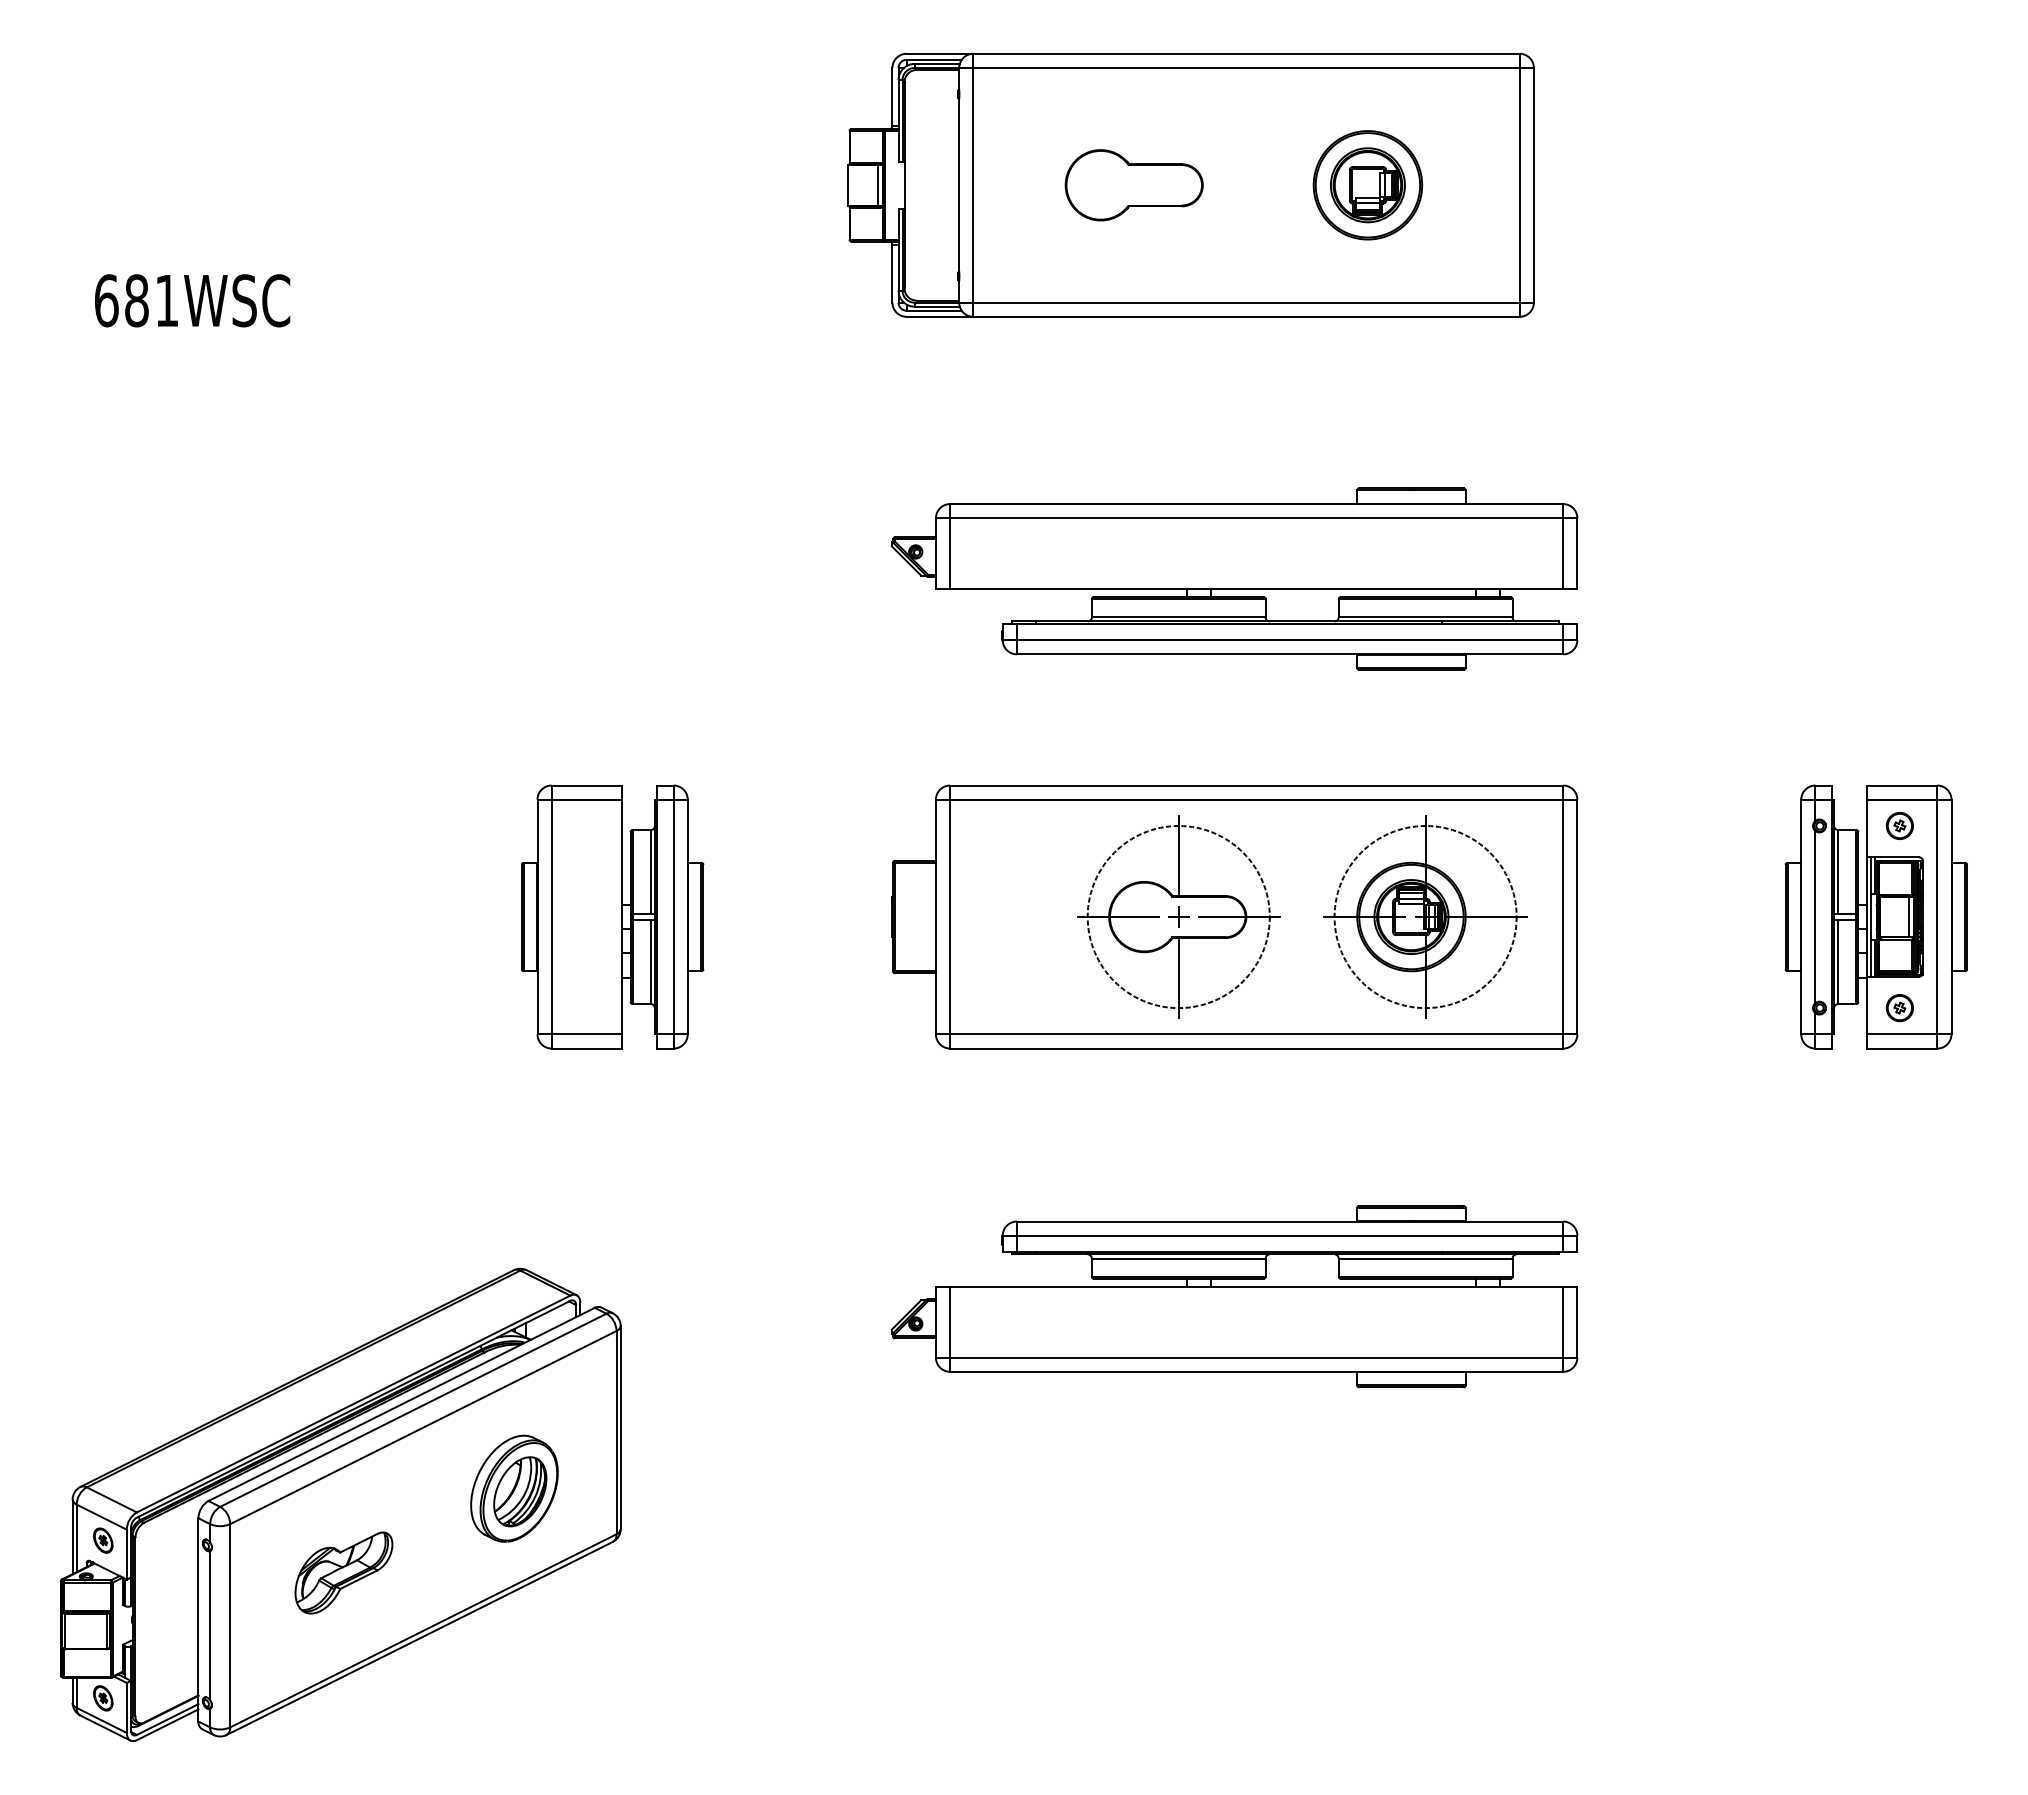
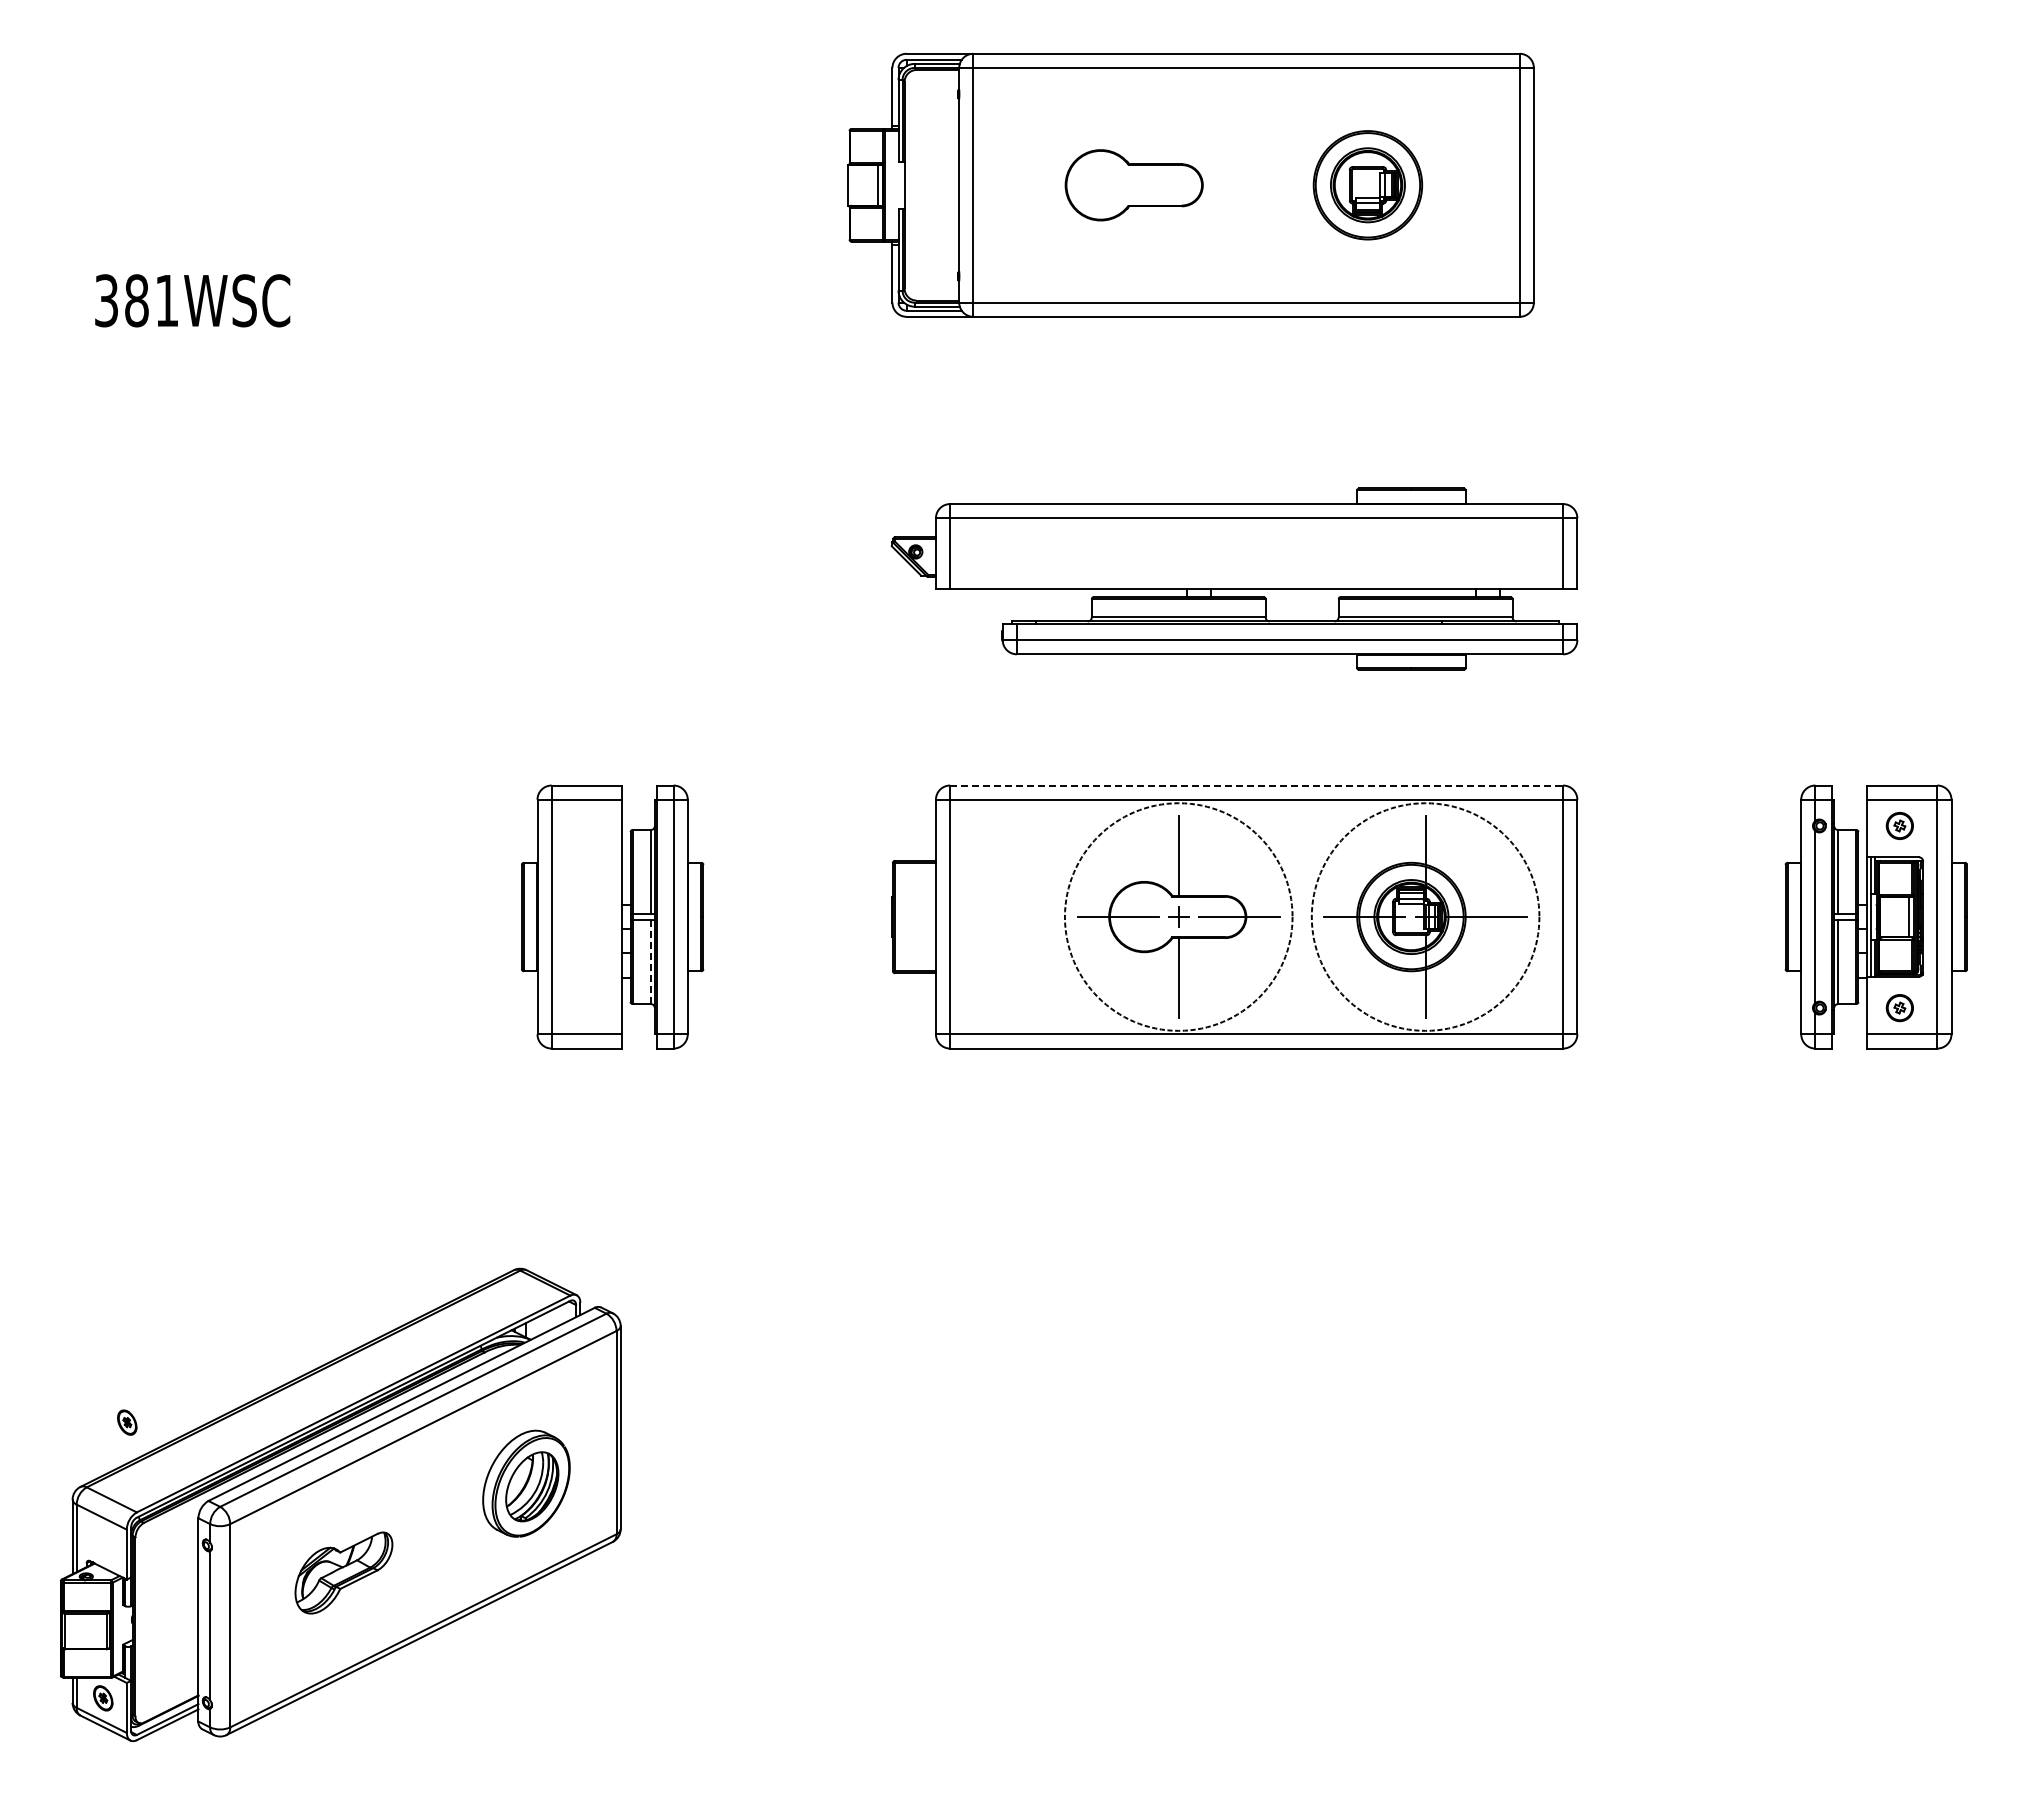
text at (106, 300): 681WSC -> 381WSC
line at (1256, 785): solid -> dashed
circle at (1178, 917) diameter: 182 px -> 228 px
circle at (1425, 917) diameter: 182 px -> 228 px
line at (650, 962): solid -> dashed
part at (1234, 1296): present -> none
part at (514, 1488) position: (514, 1488) -> (526, 1483)
part at (103, 1540) position: (103, 1540) -> (127, 1422)
